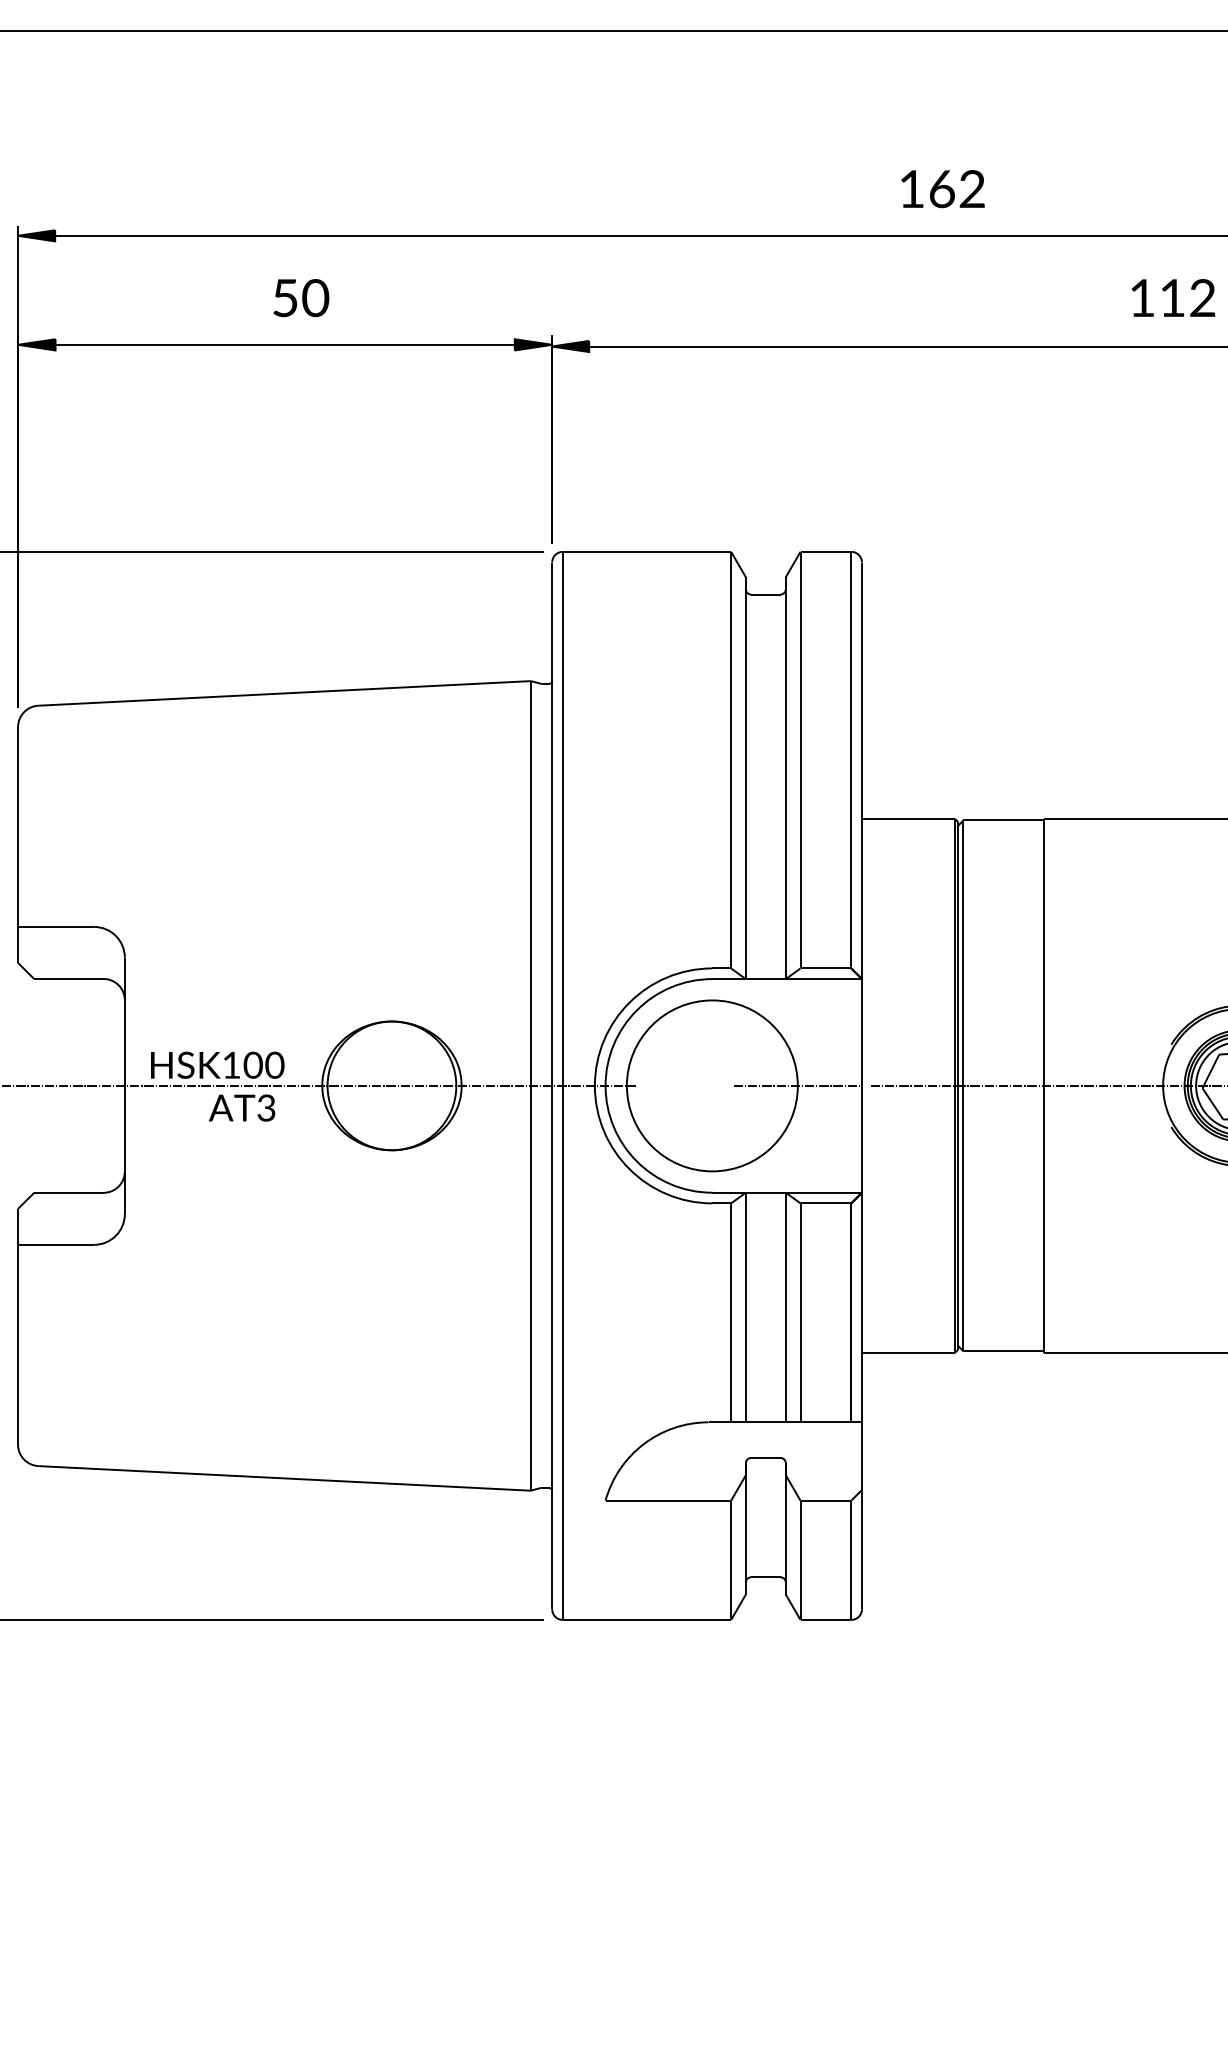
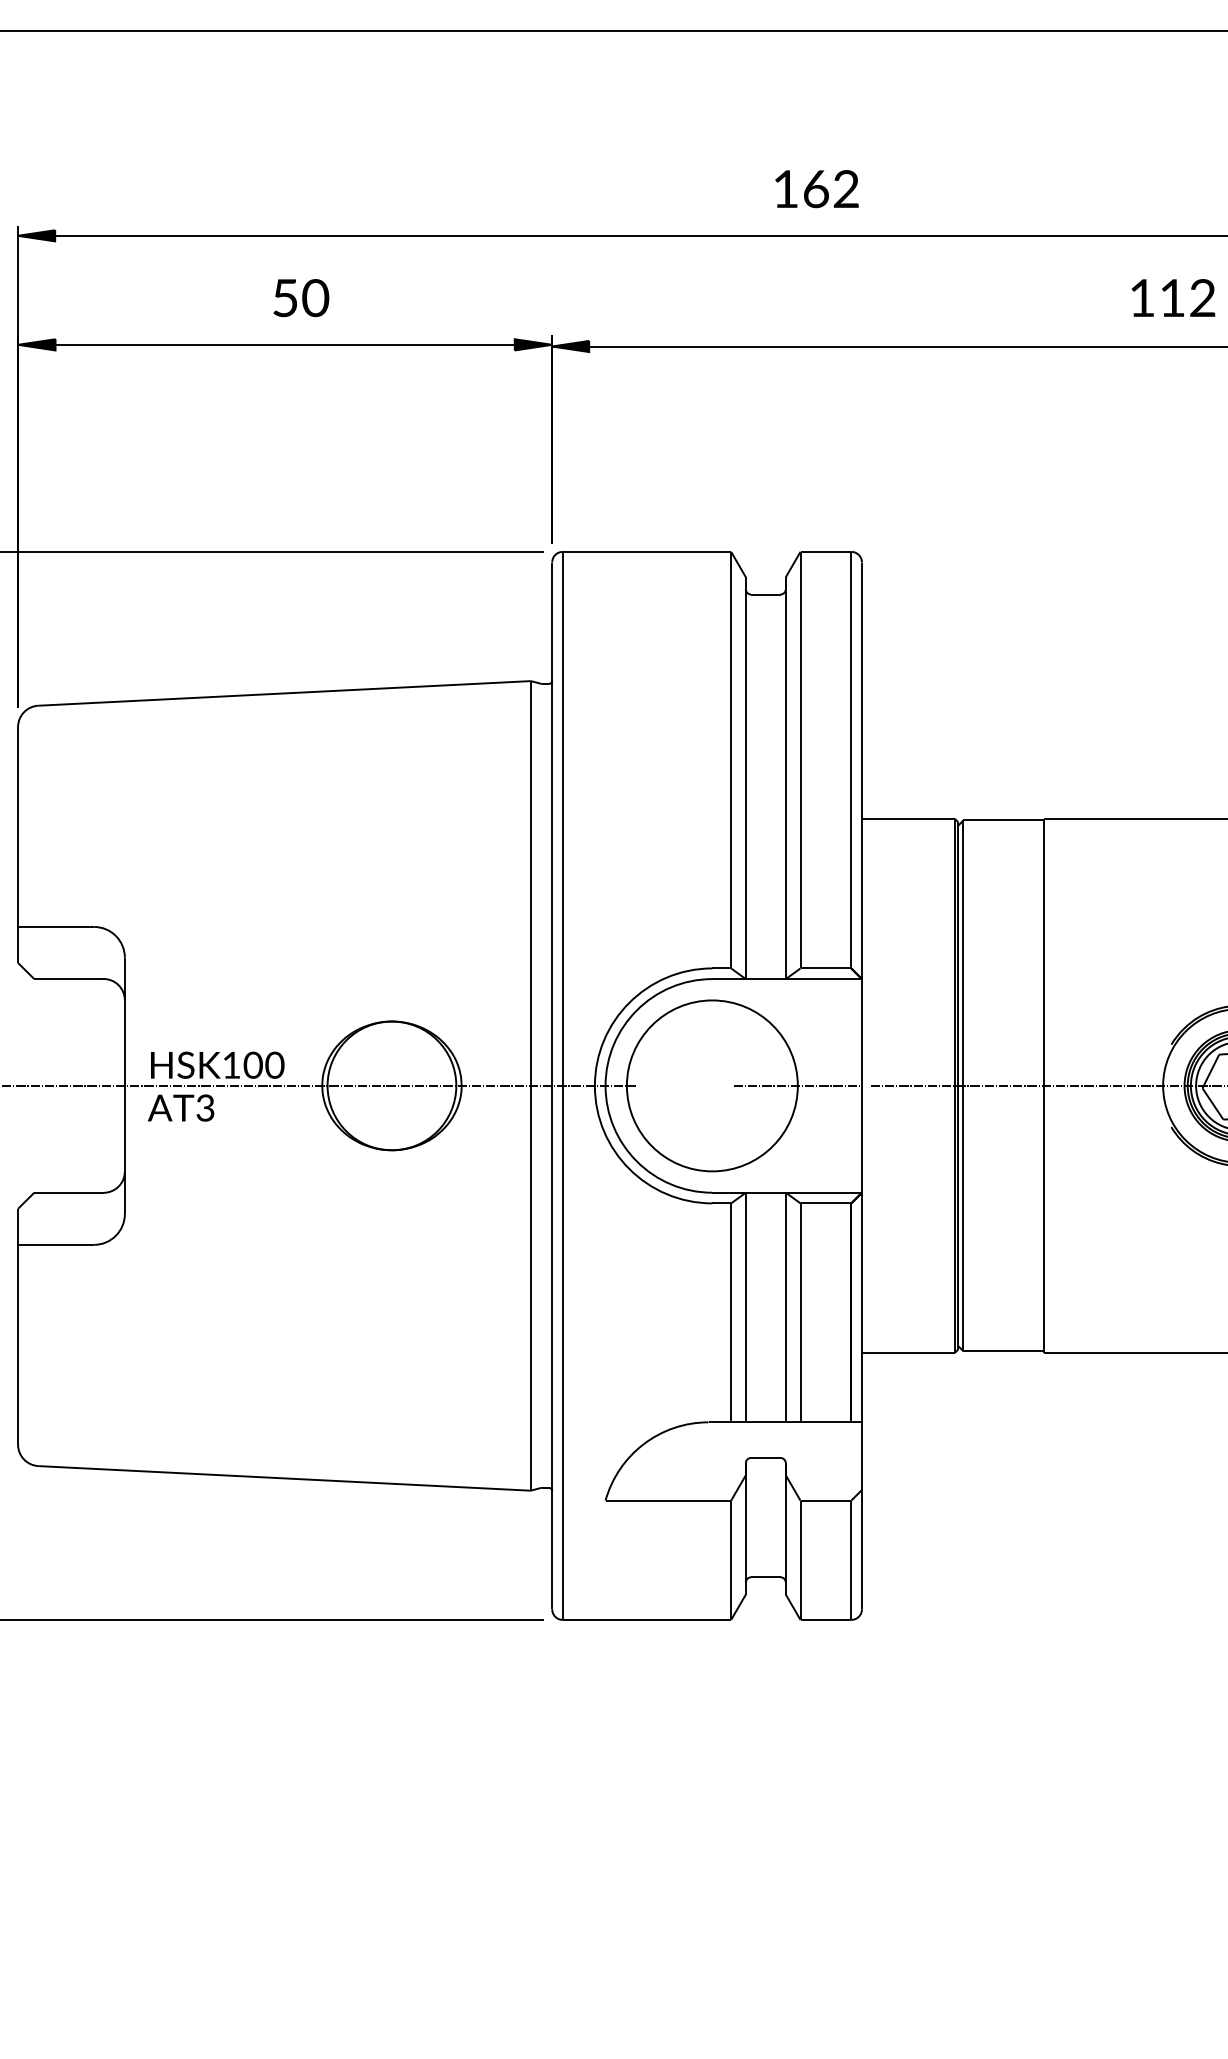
text at (942, 189) position: (942, 189) -> (816, 189)
text at (242, 1107) position: (242, 1107) -> (181, 1107)
